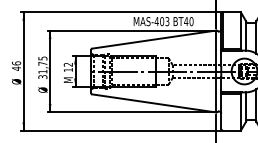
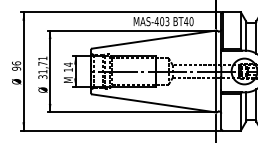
text at (42, 58): 31,75 -> 31,71
text at (67, 64): 12 -> 14
text at (16, 68): 46 -> 96
